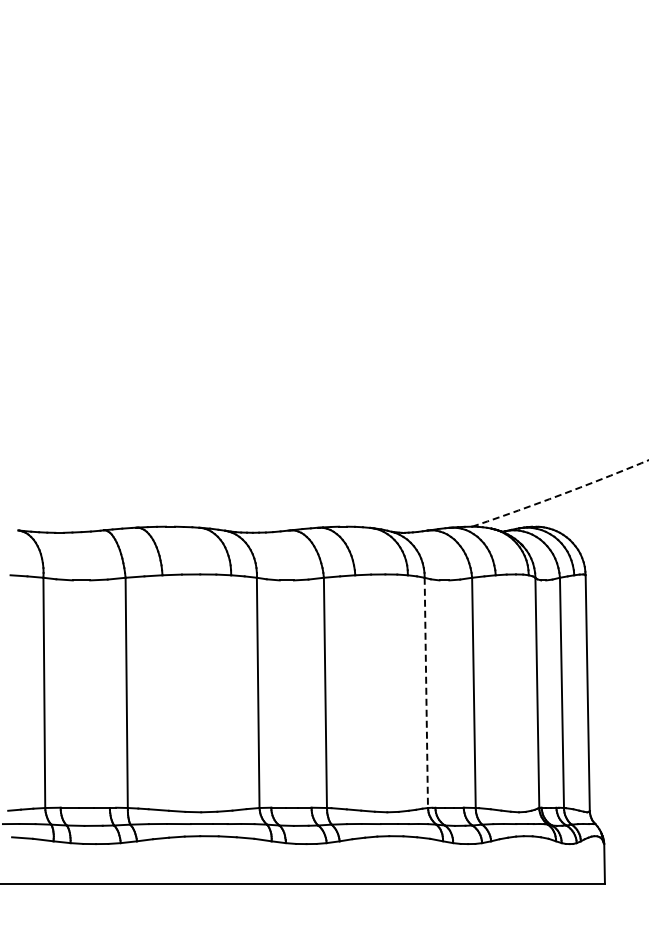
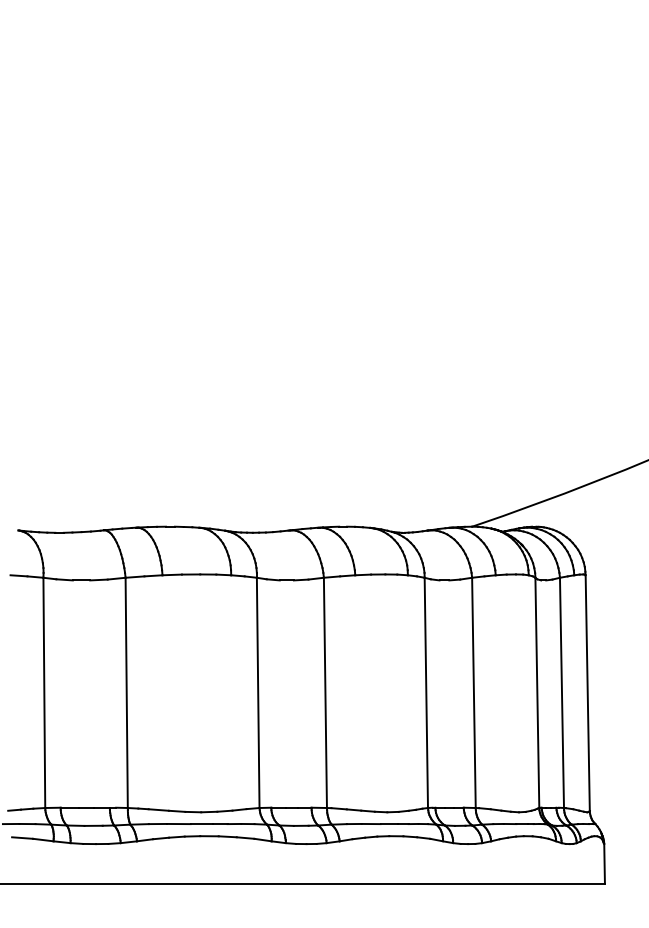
arc at (561, 494): dashed -> solid
line at (426, 693): dashed -> solid
